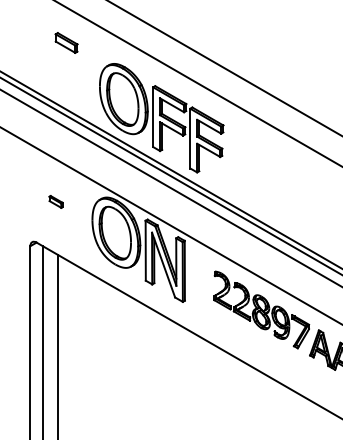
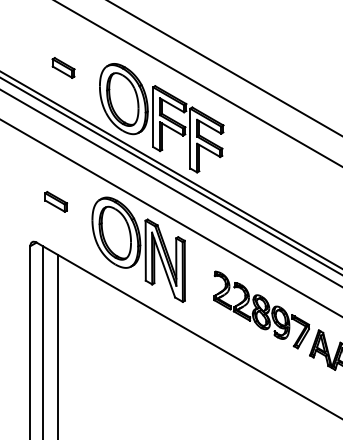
part at (66, 42) position: (66, 42) -> (63, 67)
part at (55, 201) size: 16x14 px -> 24x22 px
line at (170, 225) position: (170, 225) -> (170, 217)
